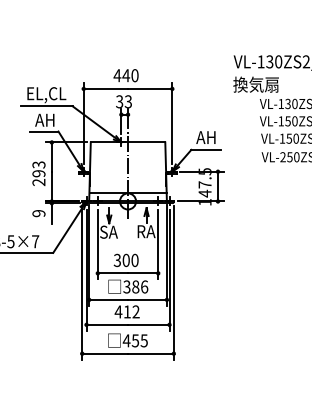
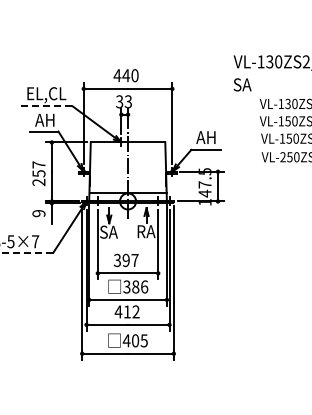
text at (255, 84): 換気扇 -> SA
line at (46, 106): solid -> dashed
text at (38, 169): 293 -> 257
line at (26, 252): solid -> dashed
text at (130, 260): 300 -> 397
text at (135, 340): 455 -> 405
